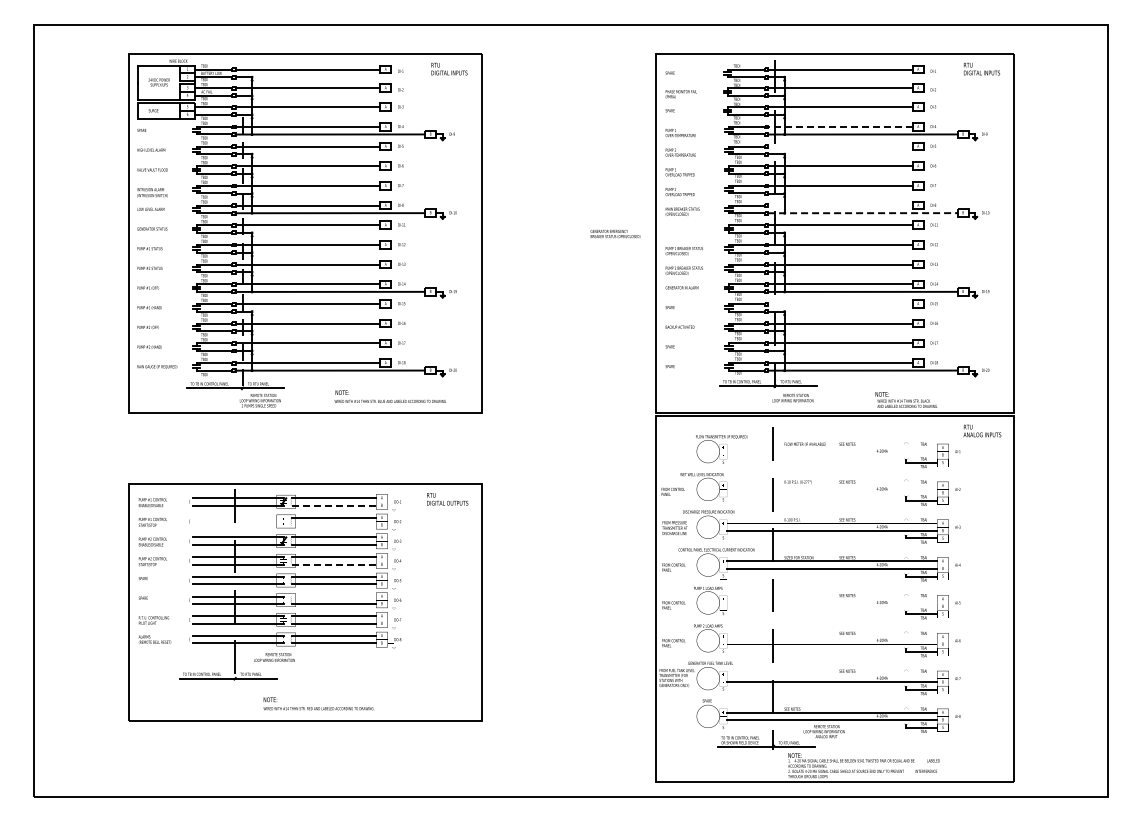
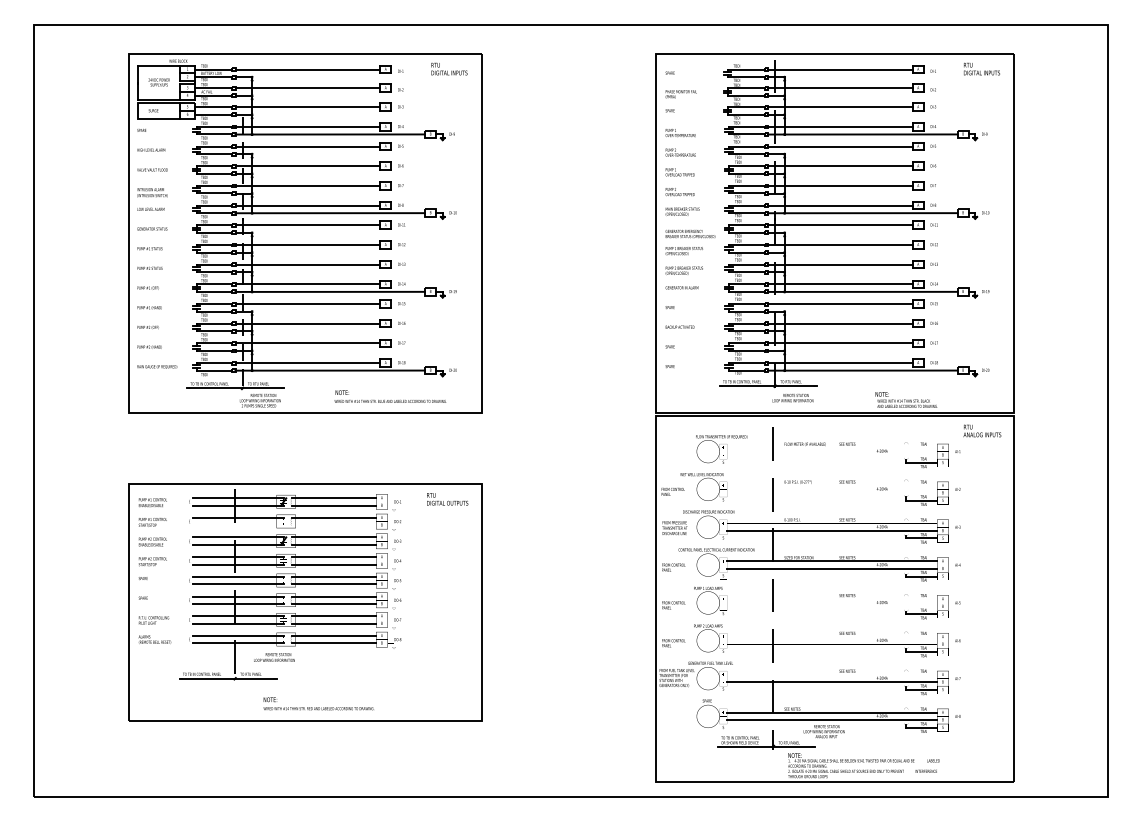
line at (839, 126): dashed -> solid
line at (840, 146): none -> present
line at (840, 205): none -> present
line at (862, 213): dashed -> solid
text at (615, 234) position: (615, 234) -> (690, 234)
line at (840, 303): none -> present
line at (334, 505): dashed -> solid
line at (237, 517): none -> present
line at (334, 564): dashed -> solid
line at (333, 596): none -> present
